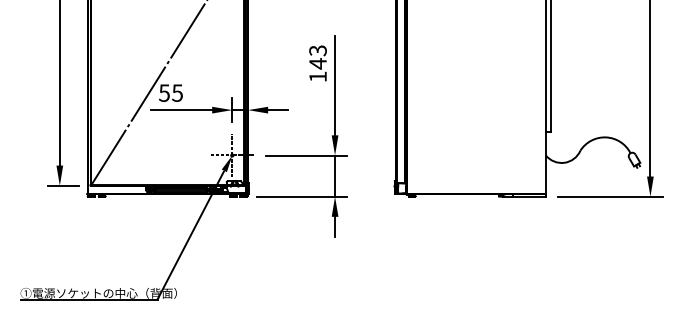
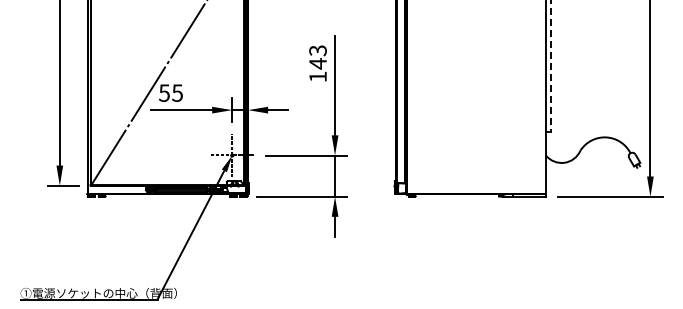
line at (551, 66): solid -> dashed
